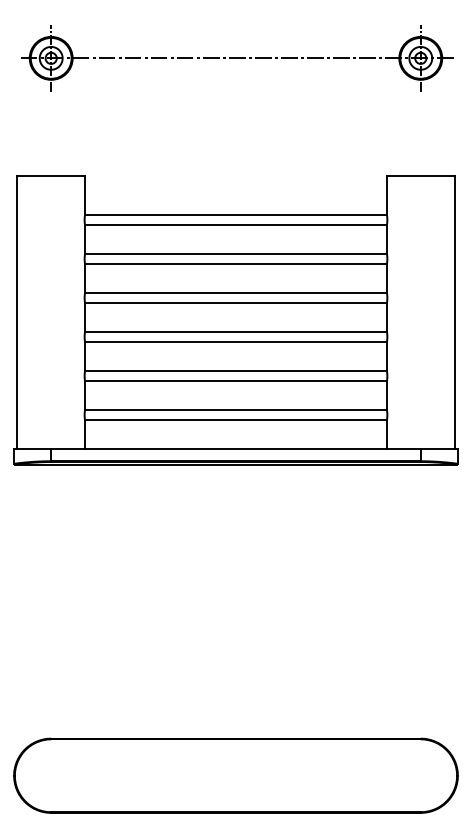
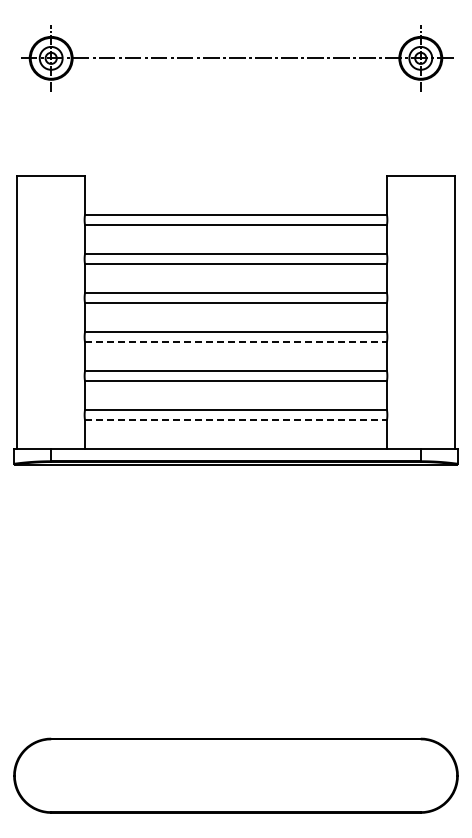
line at (236, 342): solid -> dashed
line at (236, 420): solid -> dashed
